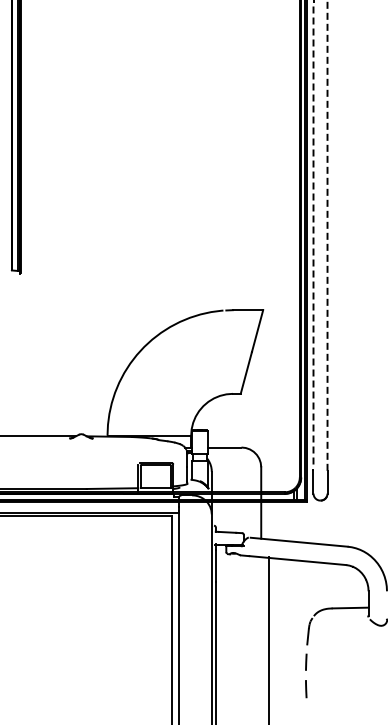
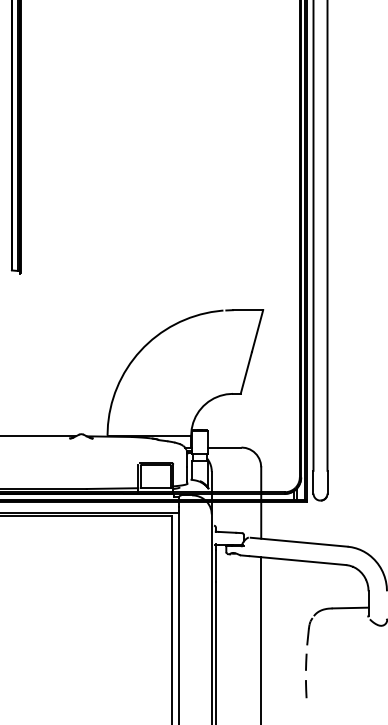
line at (327, 235): dashed -> solid
line at (313, 236): dashed -> solid
line at (269, 639) position: (269, 639) -> (261, 639)
